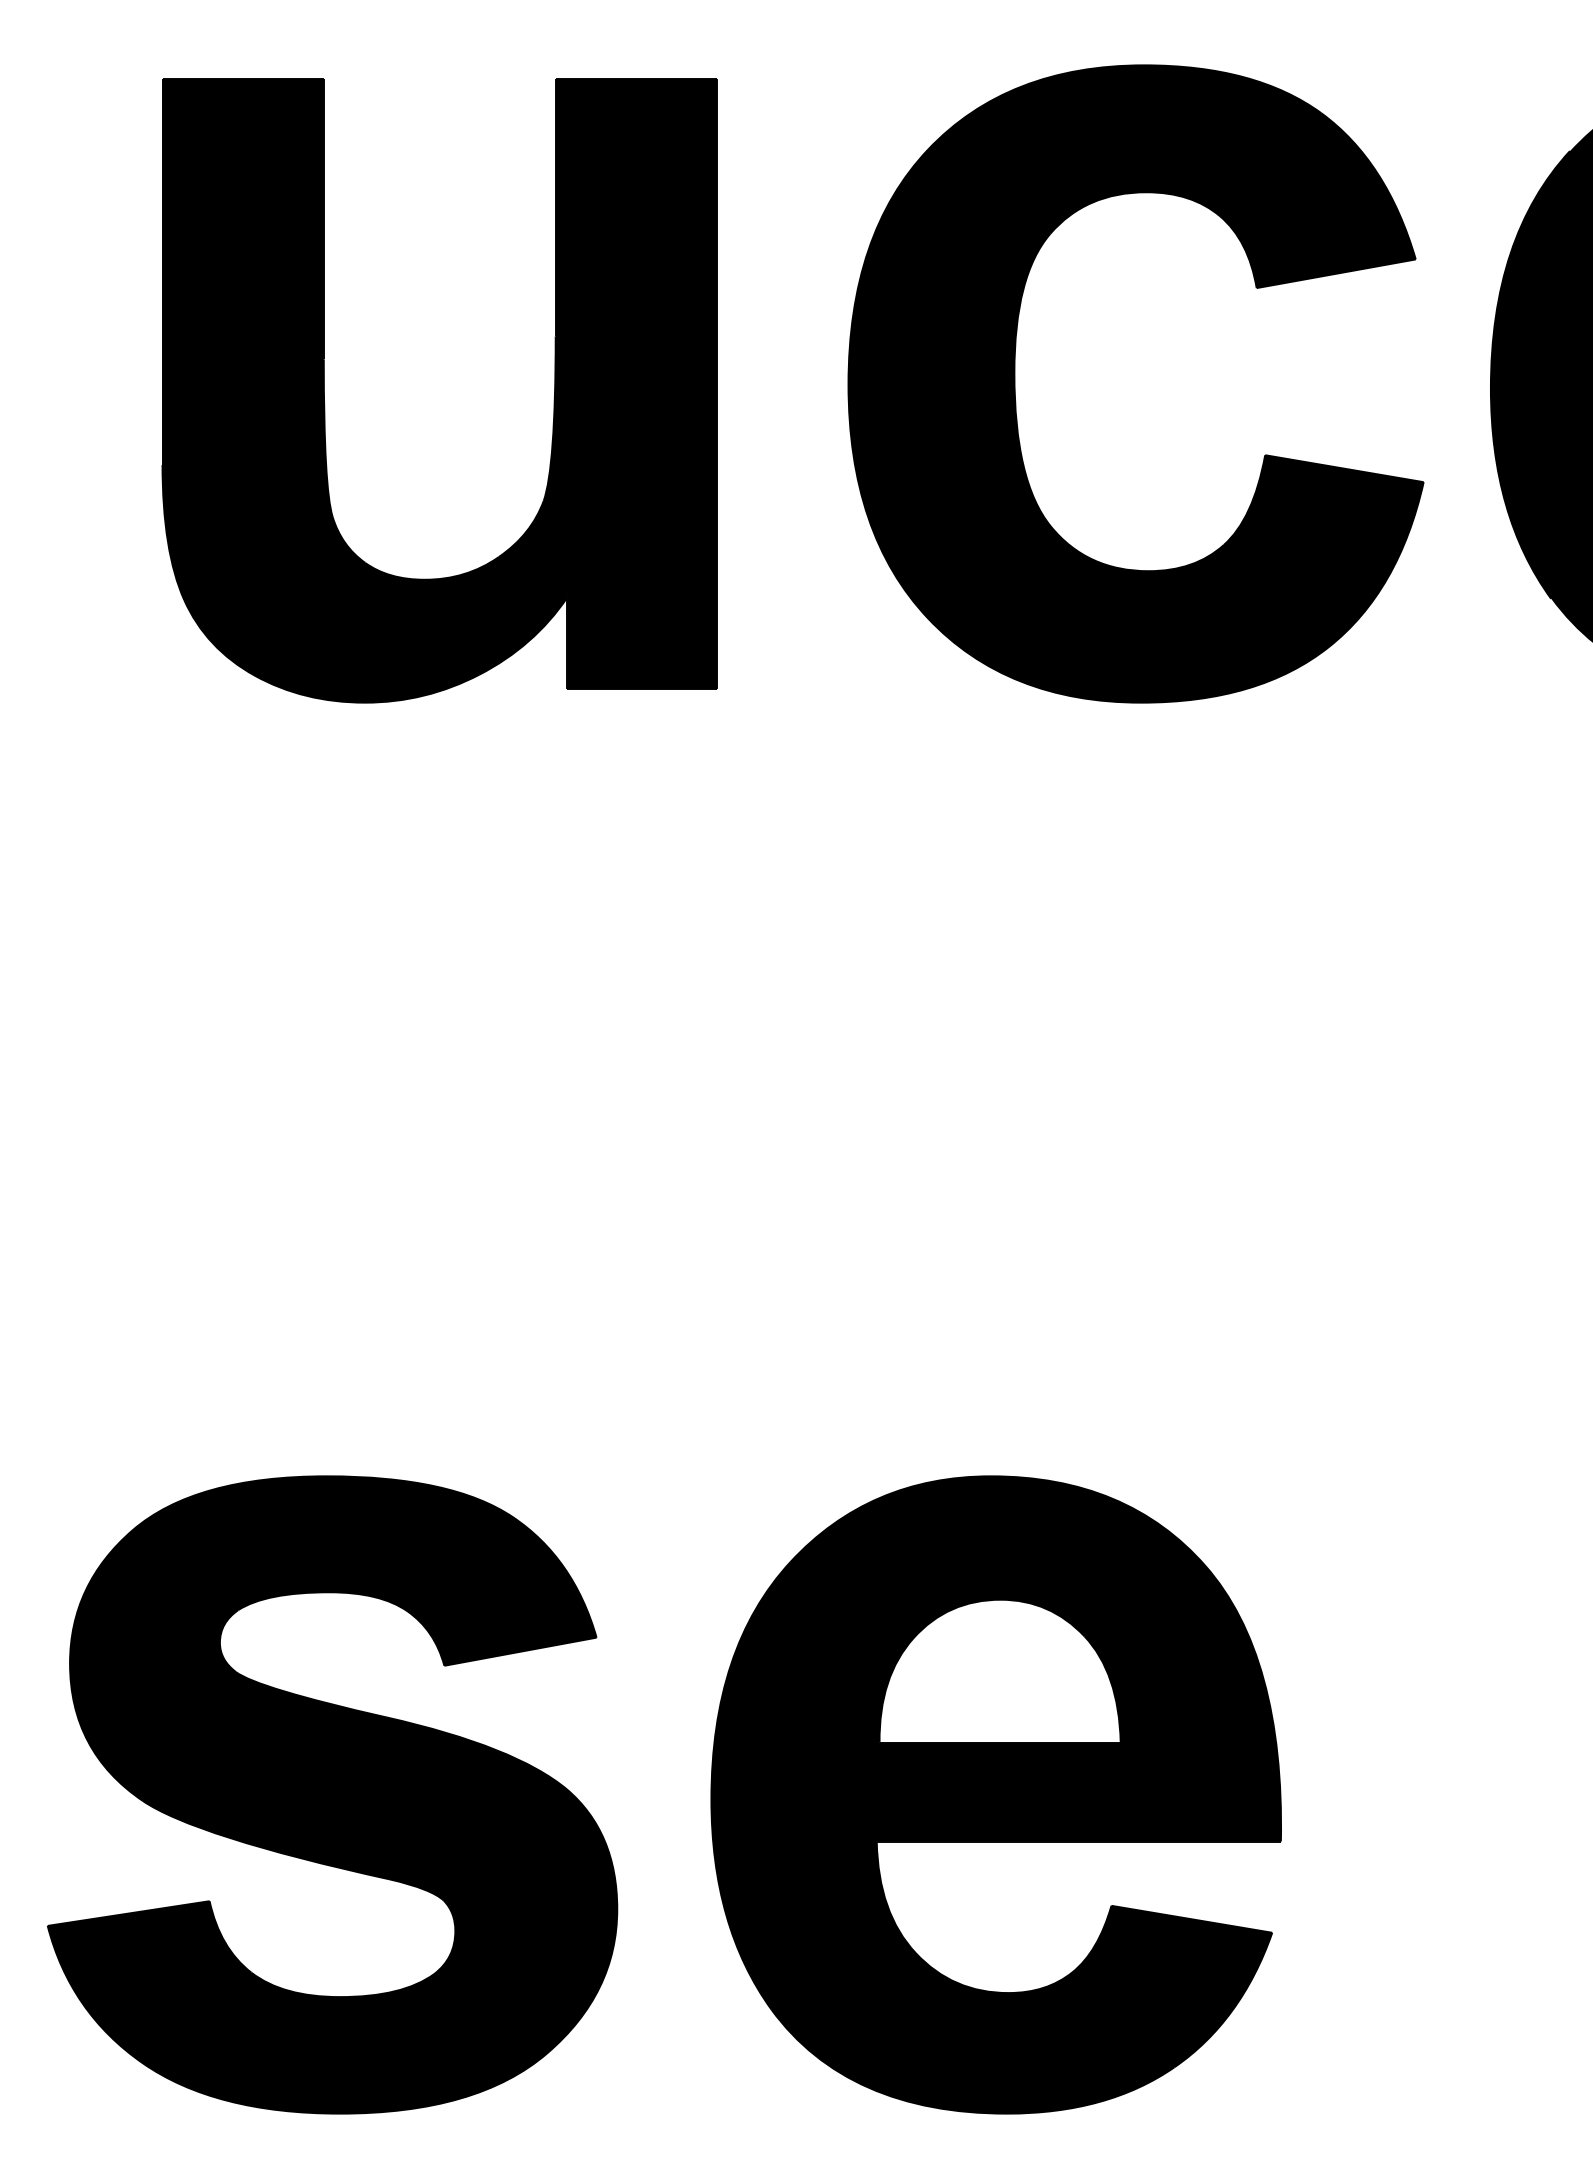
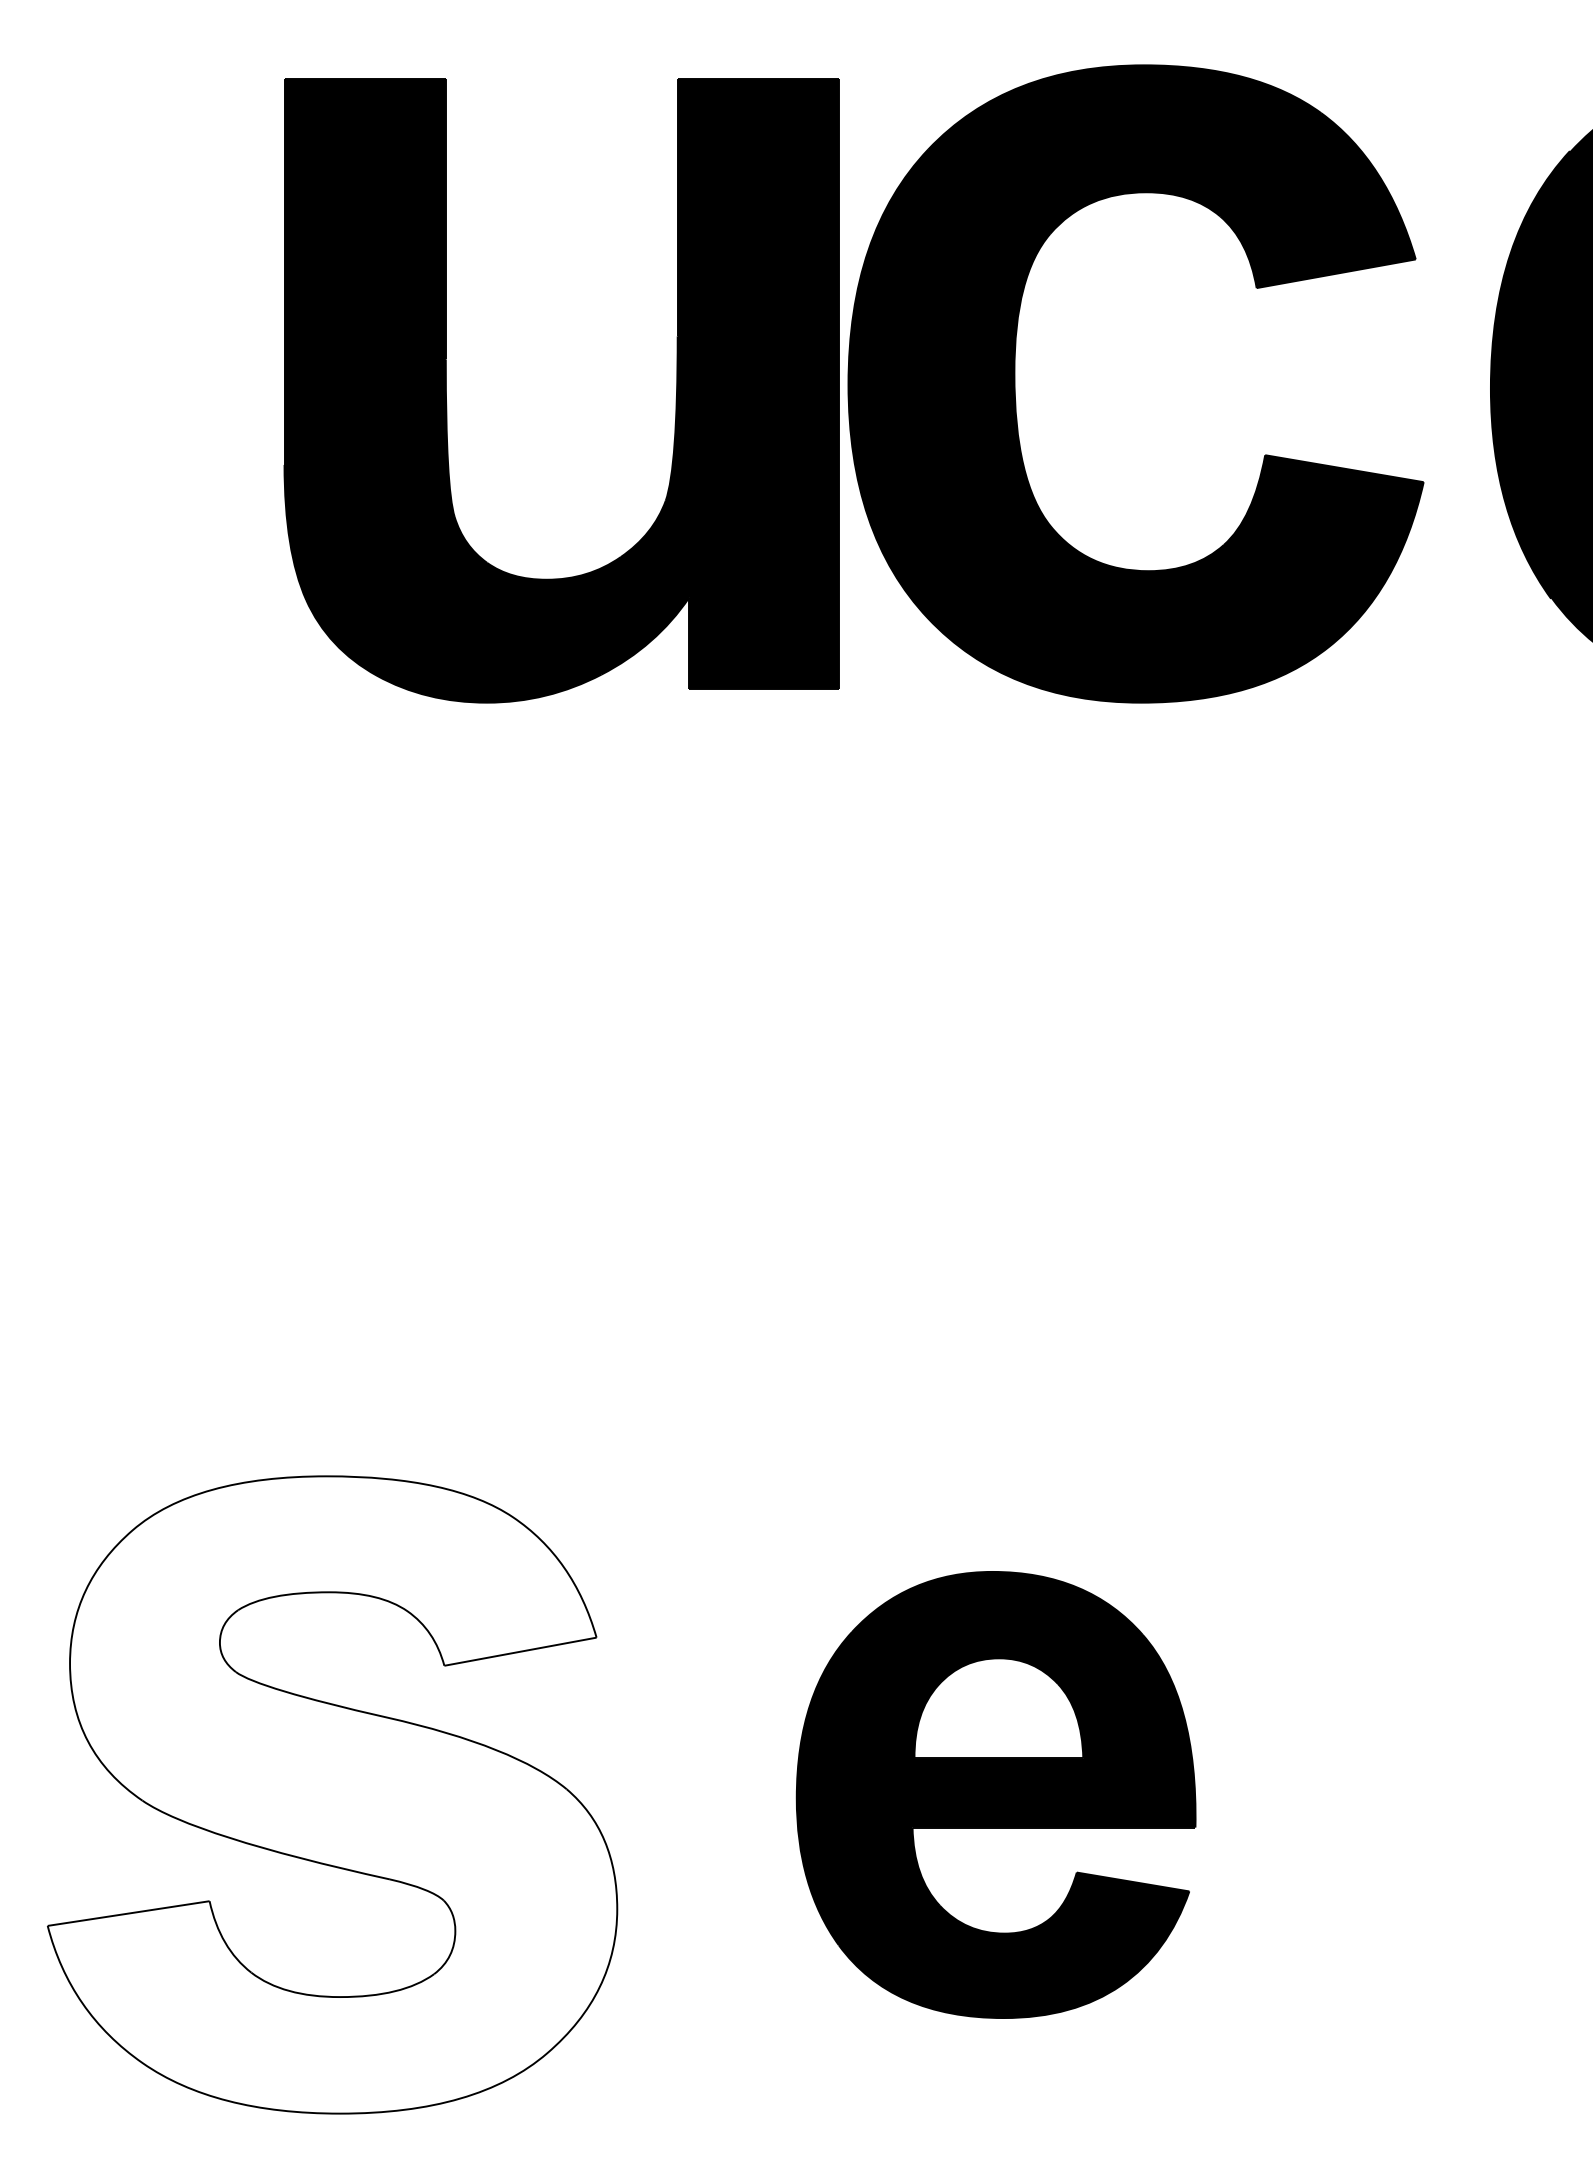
part at (553, 399) position: (553, 399) -> (675, 399)
fill at (332, 1794): present -> none
part at (995, 1794) size: 572x640 px -> 402x448 px
